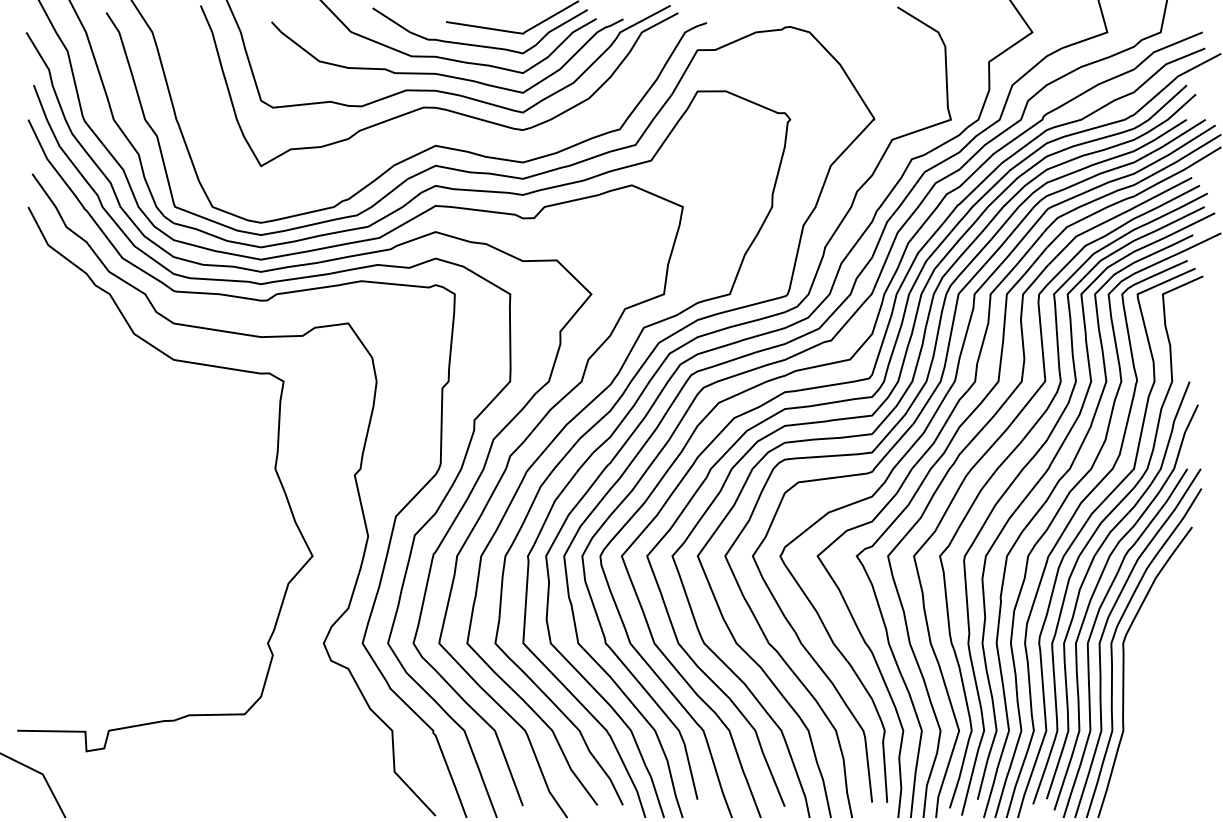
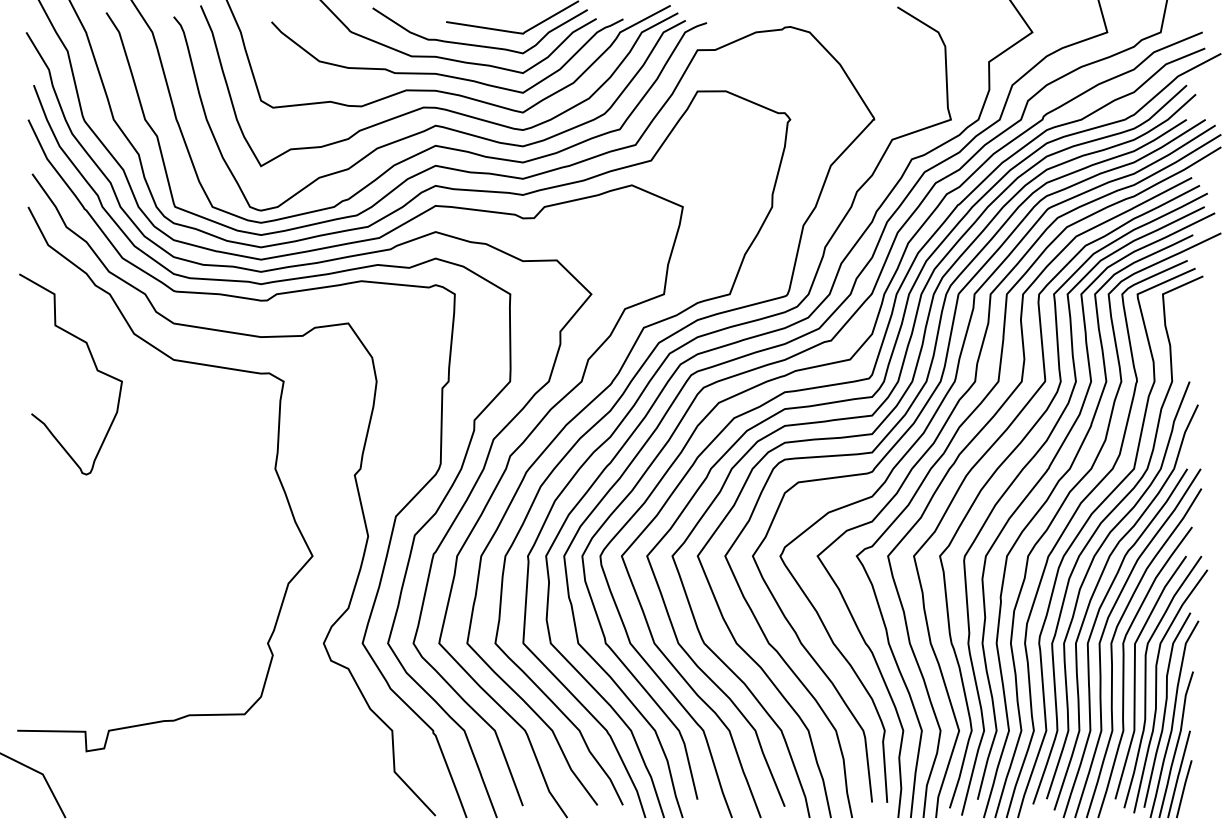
curve at (435, 124): none -> present
curve at (93, 363): none -> present
part at (1161, 686): none -> present
